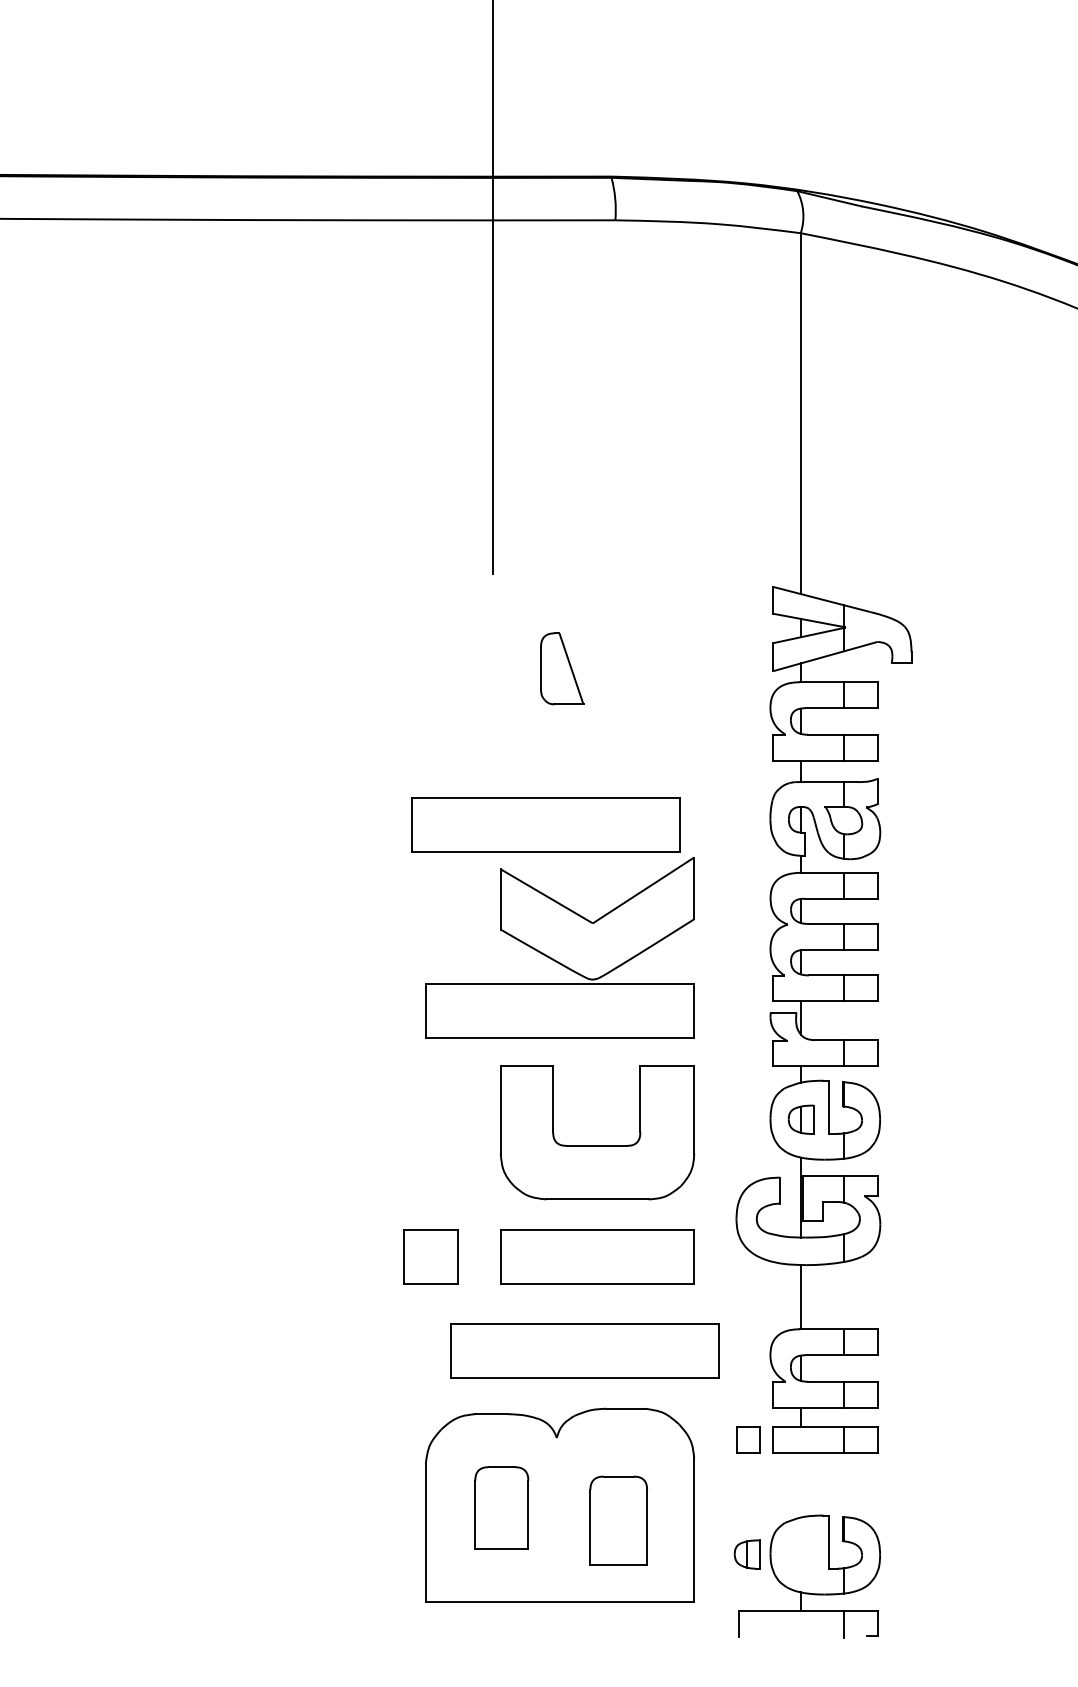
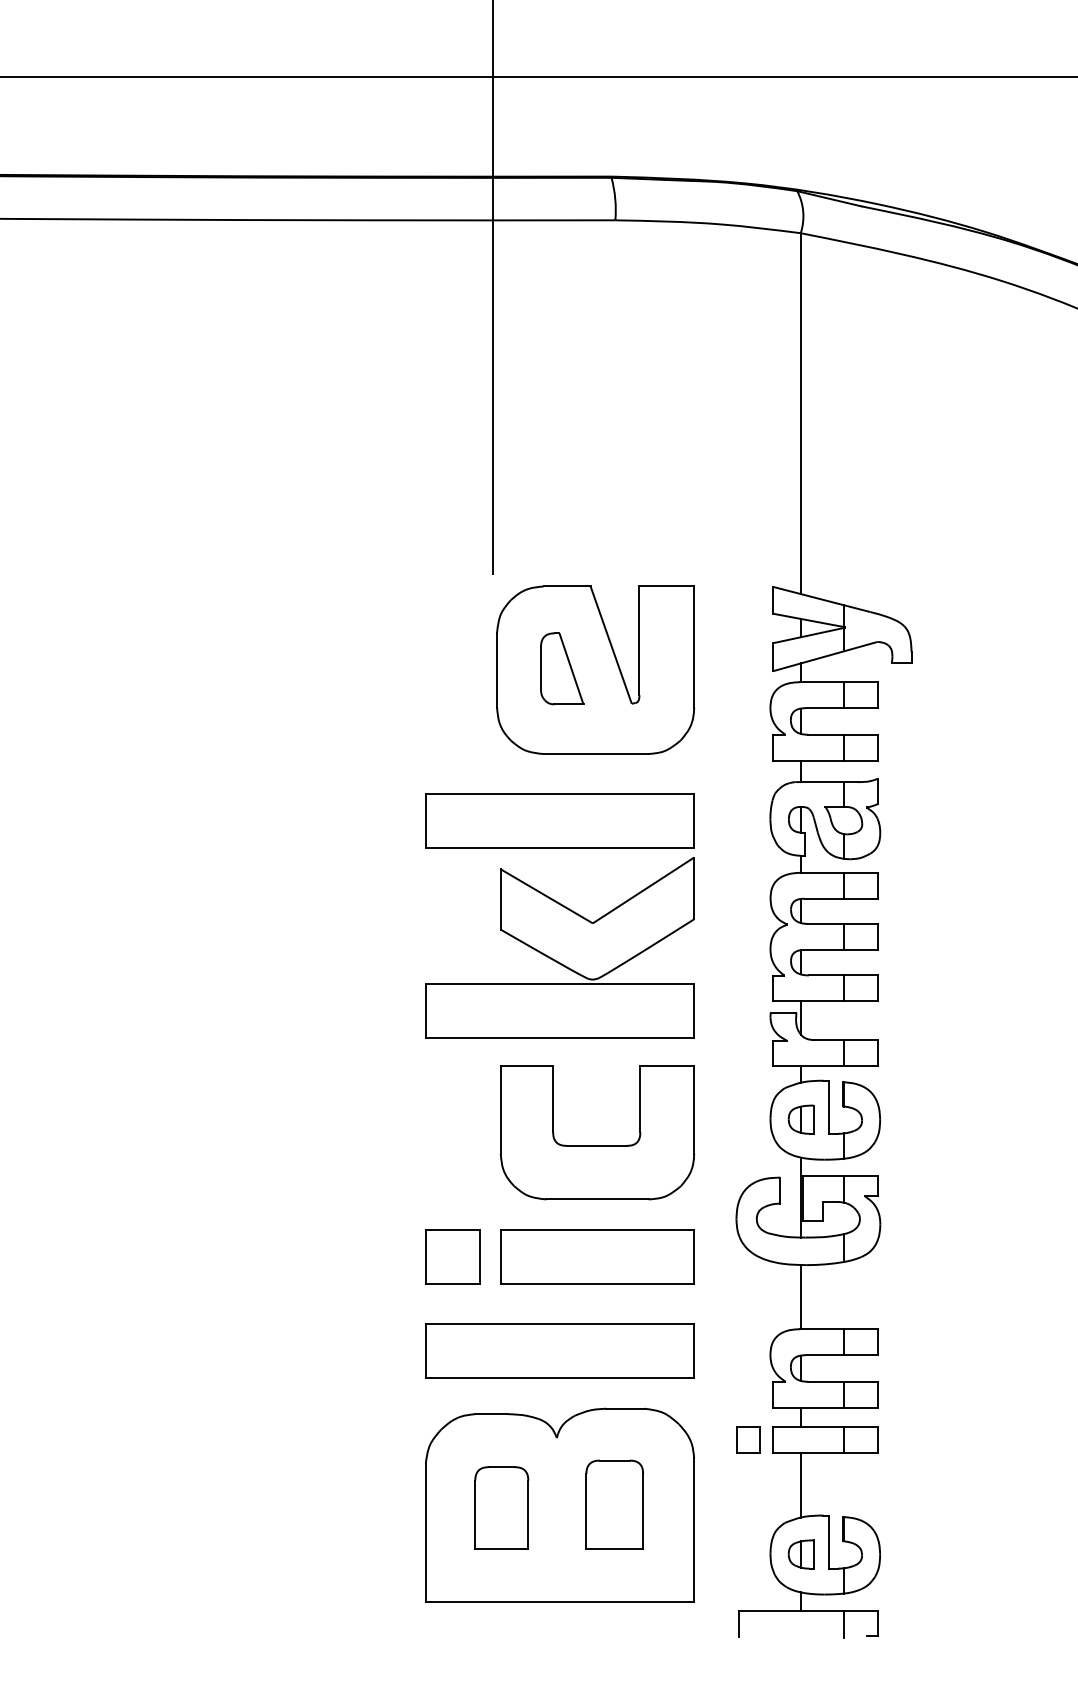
line at (538, 76): none -> present
part at (595, 669): none -> present
part at (545, 824) position: (545, 824) -> (559, 820)
part at (430, 1256) position: (430, 1256) -> (452, 1256)
part at (584, 1350) position: (584, 1350) -> (559, 1350)
line at (800, 1485): none -> present
part at (618, 1520) position: (618, 1520) -> (614, 1504)
part at (746, 1554) position: (746, 1554) -> (800, 1554)
